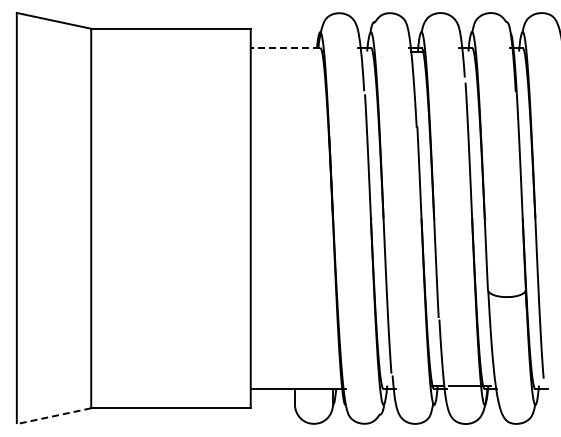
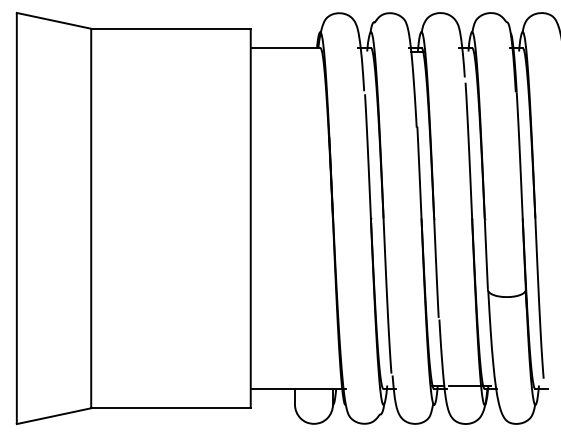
line at (285, 47): dashed -> solid
line at (53, 416): dashed -> solid
